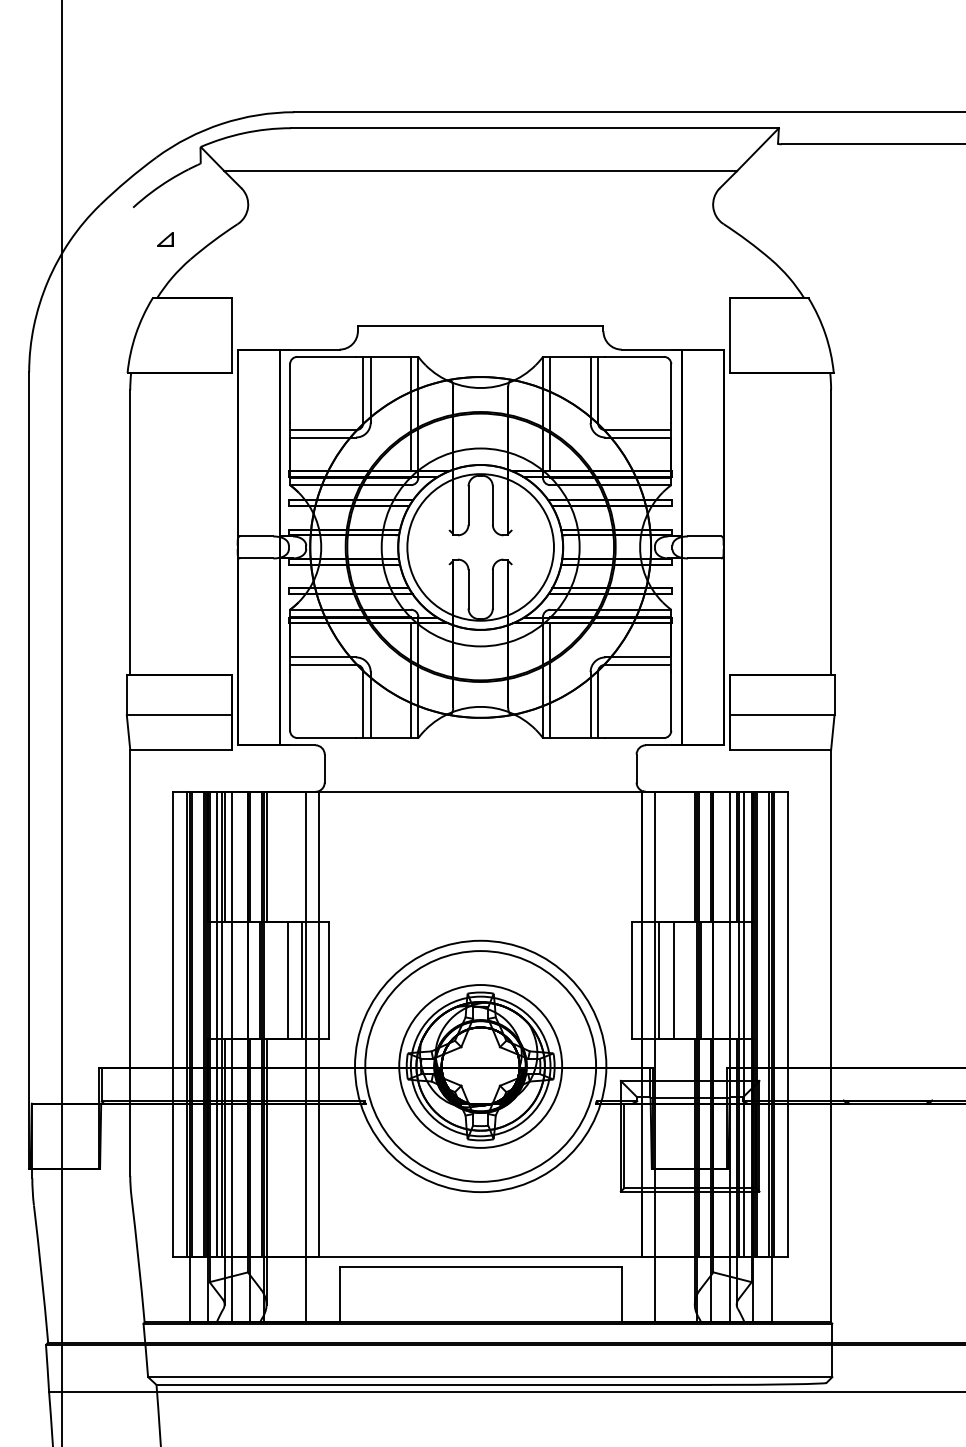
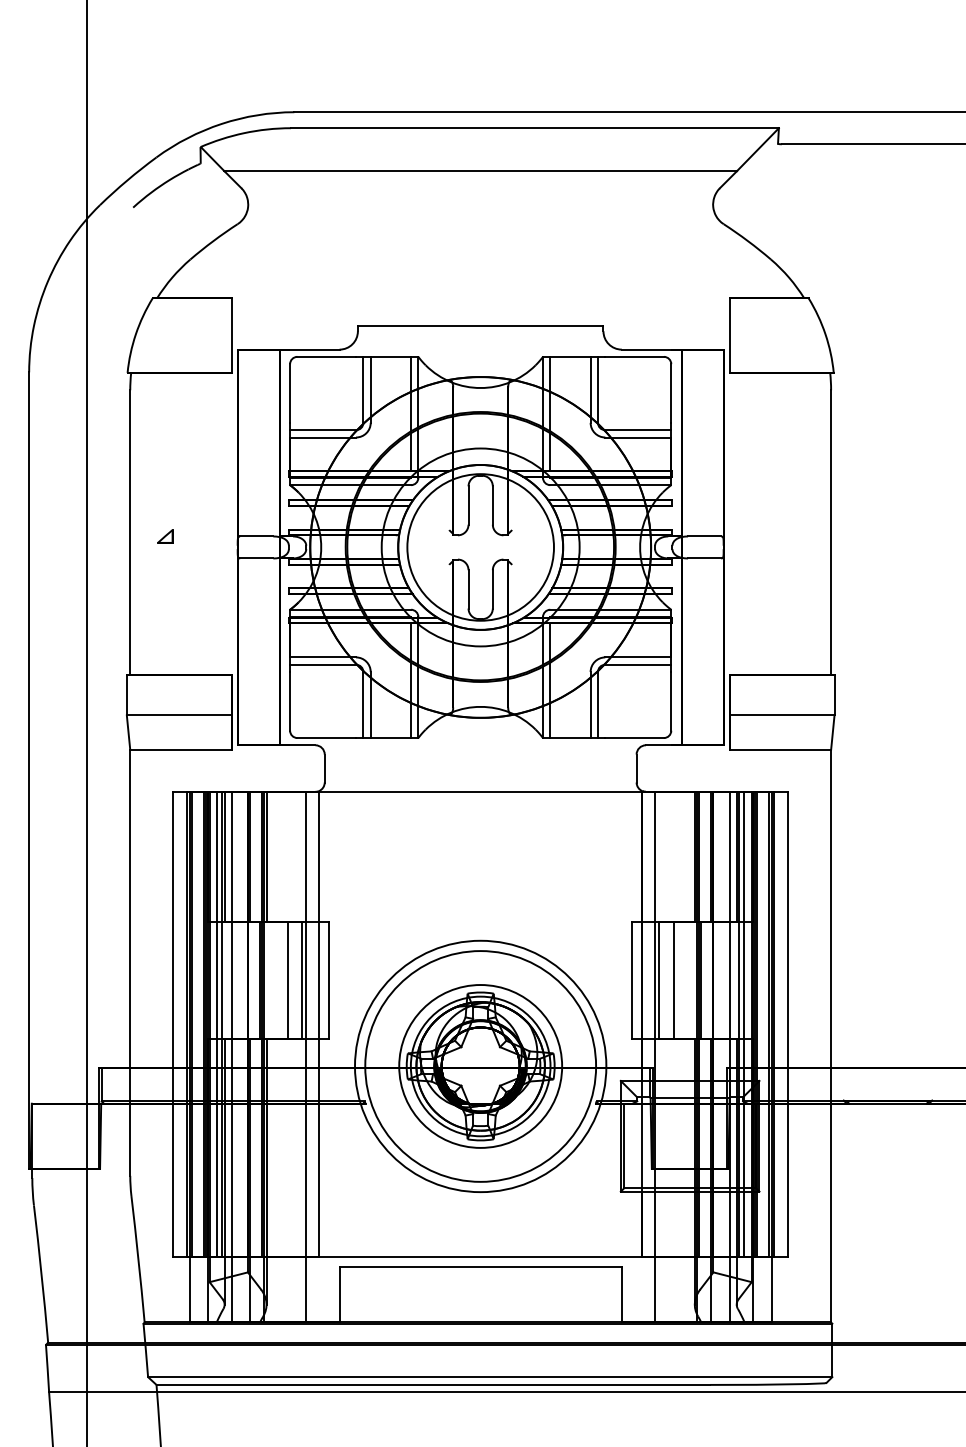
part at (165, 239) position: (165, 239) -> (165, 536)
line at (61, 722) position: (61, 722) -> (86, 722)
